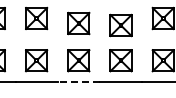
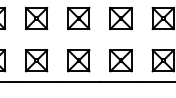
part at (78, 23) position: (78, 23) -> (78, 18)
part at (120, 25) position: (120, 25) -> (120, 18)
line at (78, 82): dashed -> solid
